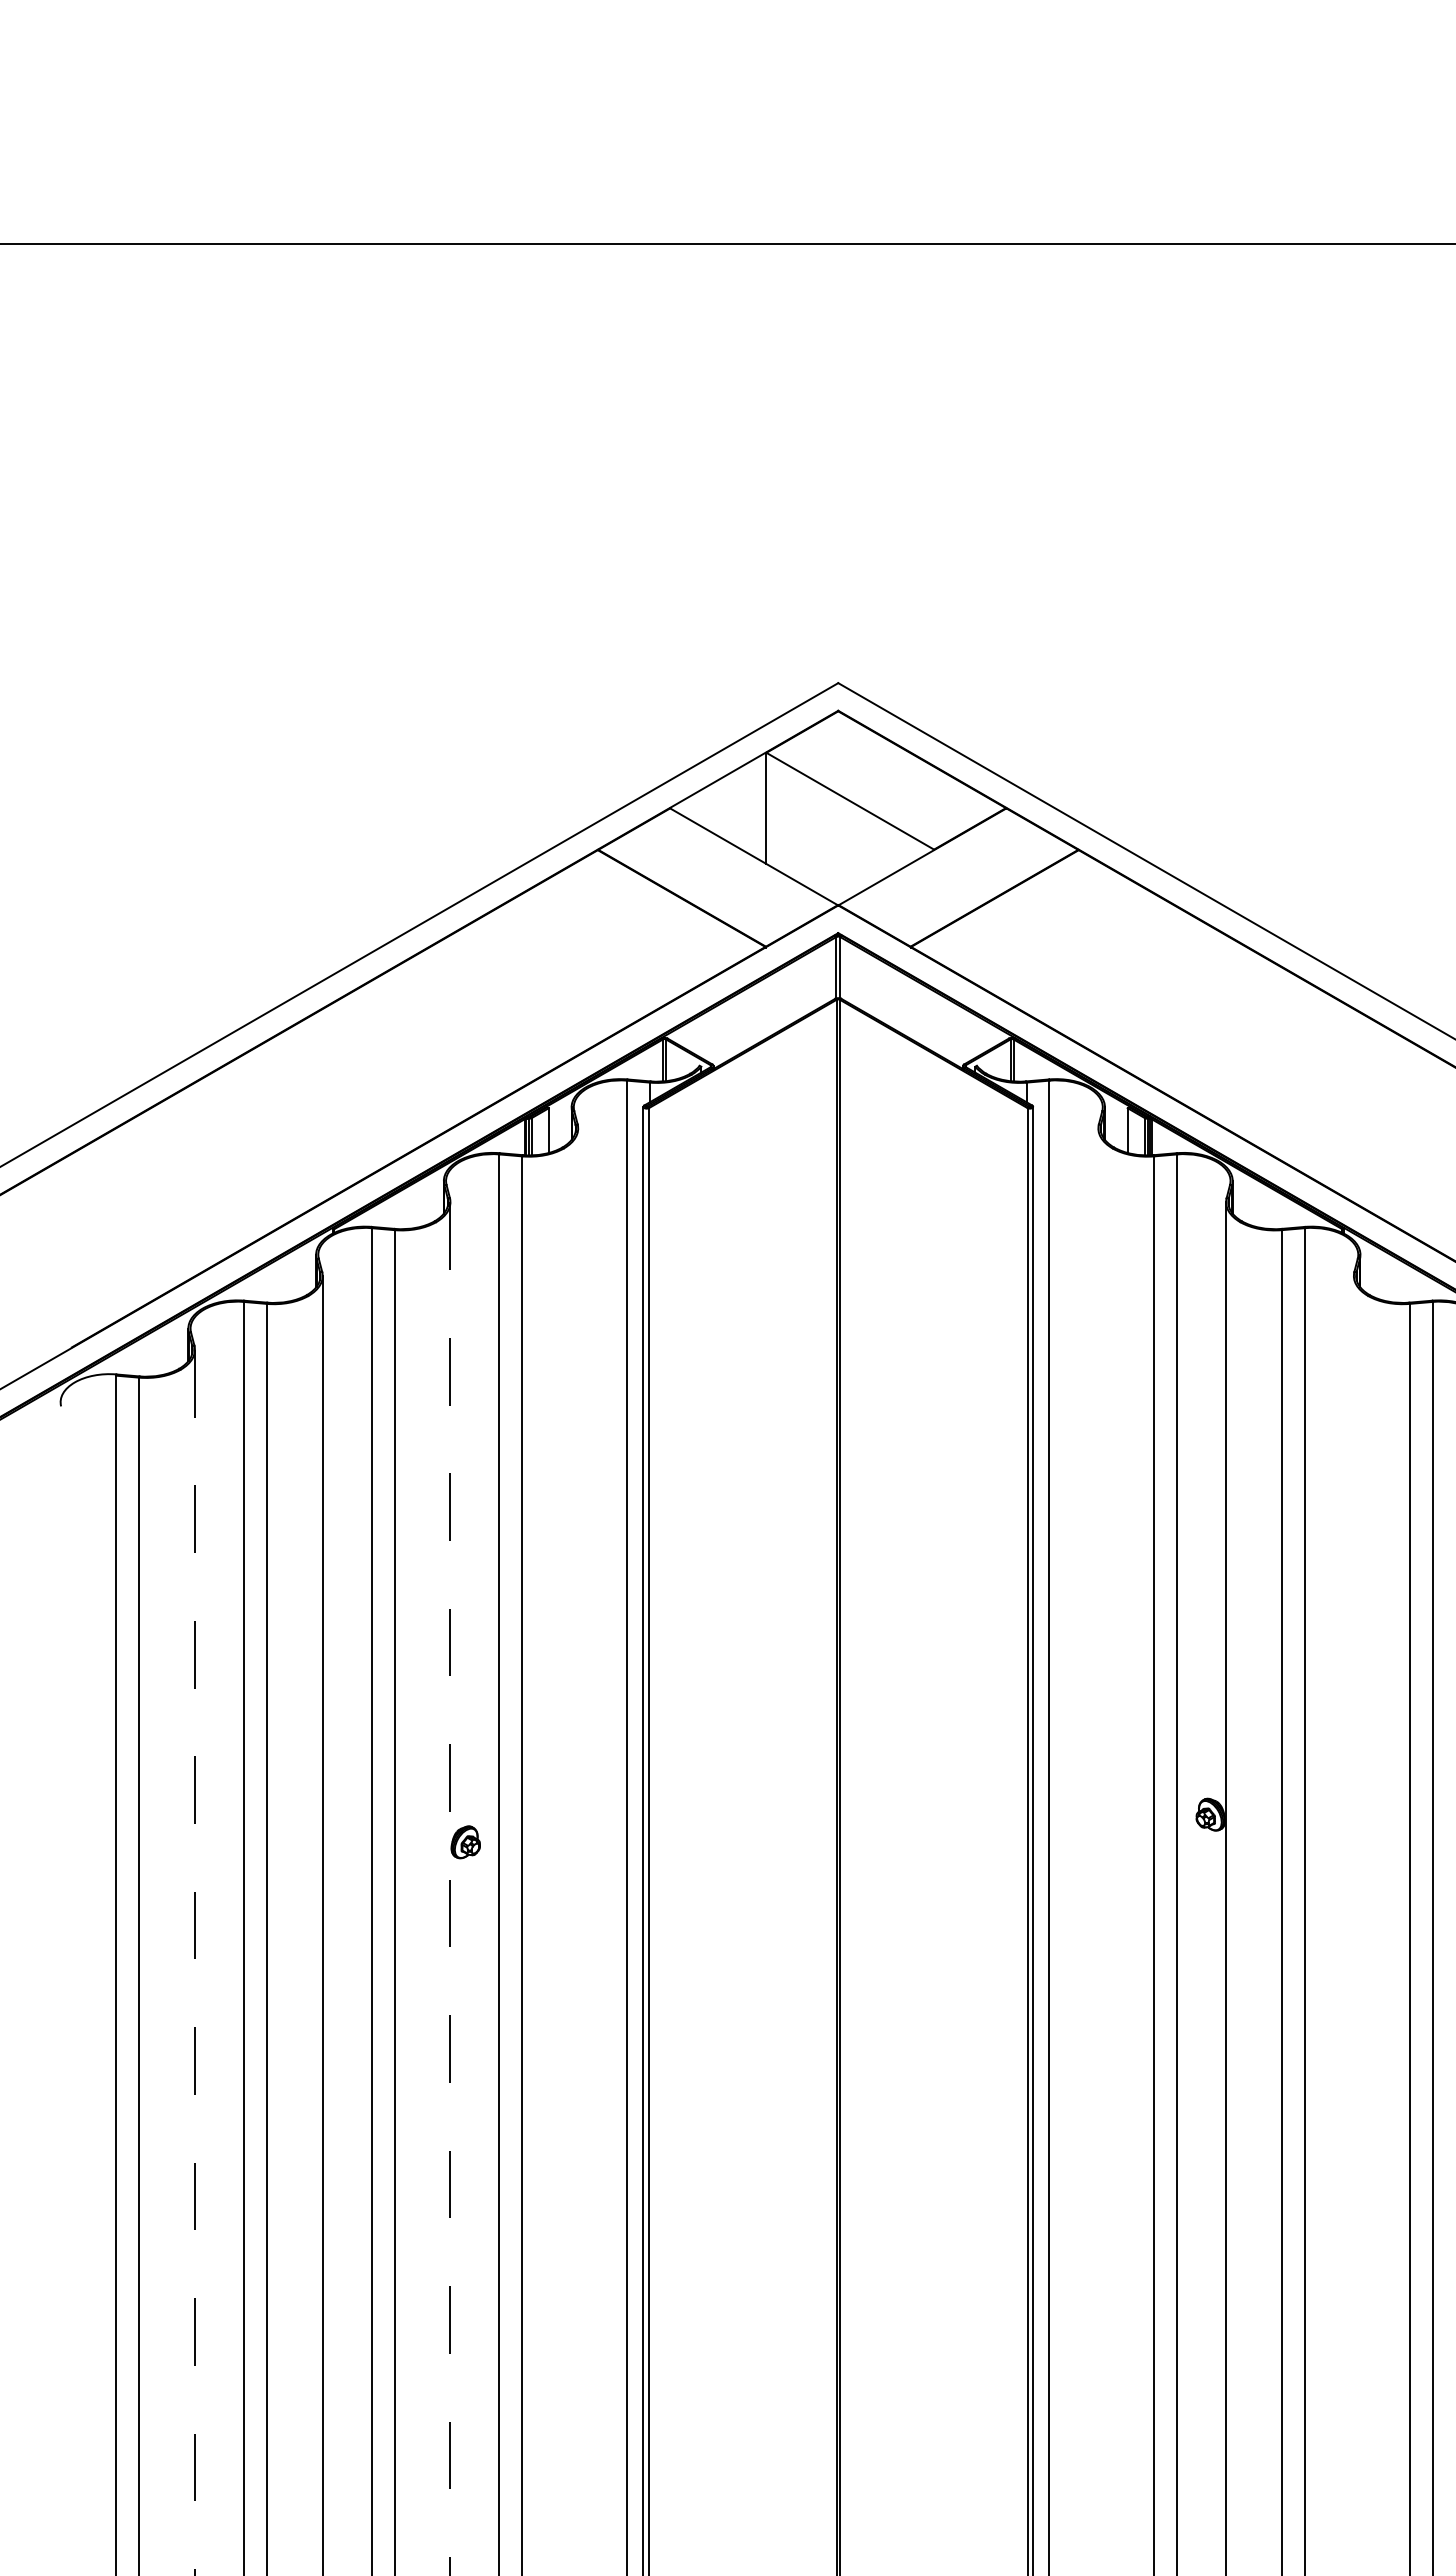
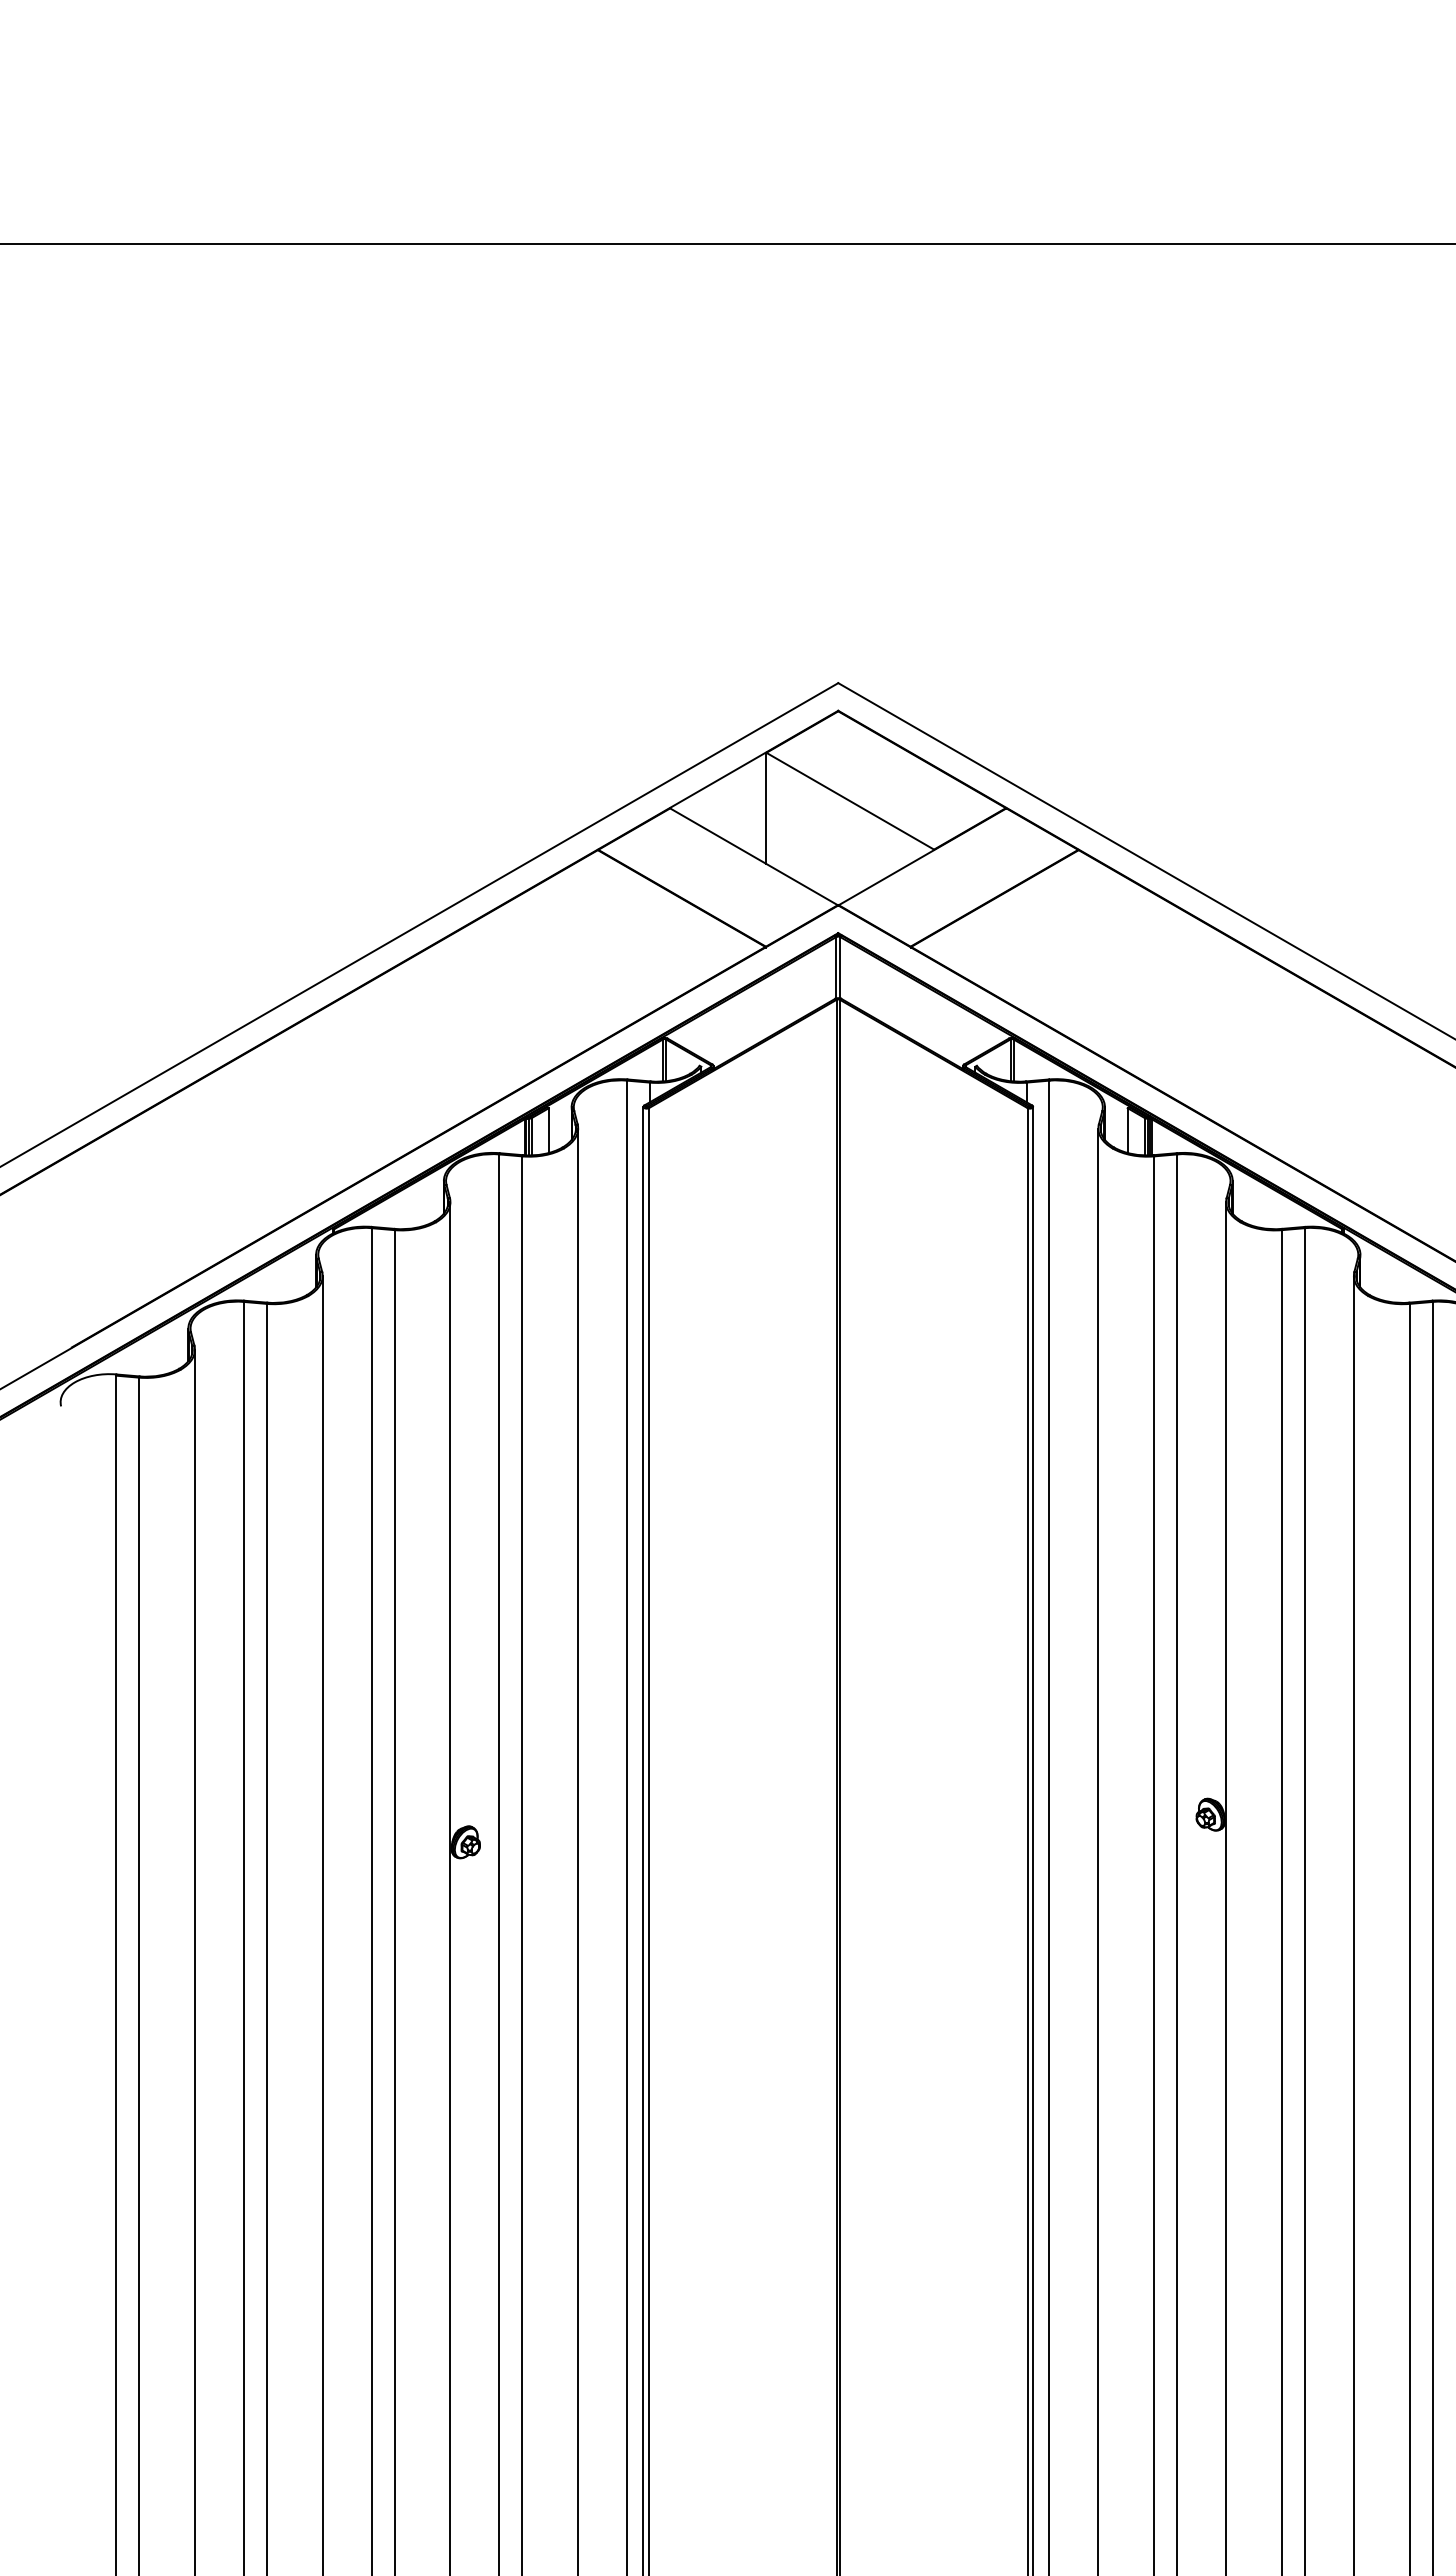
line at (578, 1850): none -> present
line at (1098, 1850): none -> present
line at (450, 1889): dashed -> solid
line at (1353, 1924): none -> present
line at (194, 1962): dashed -> solid
